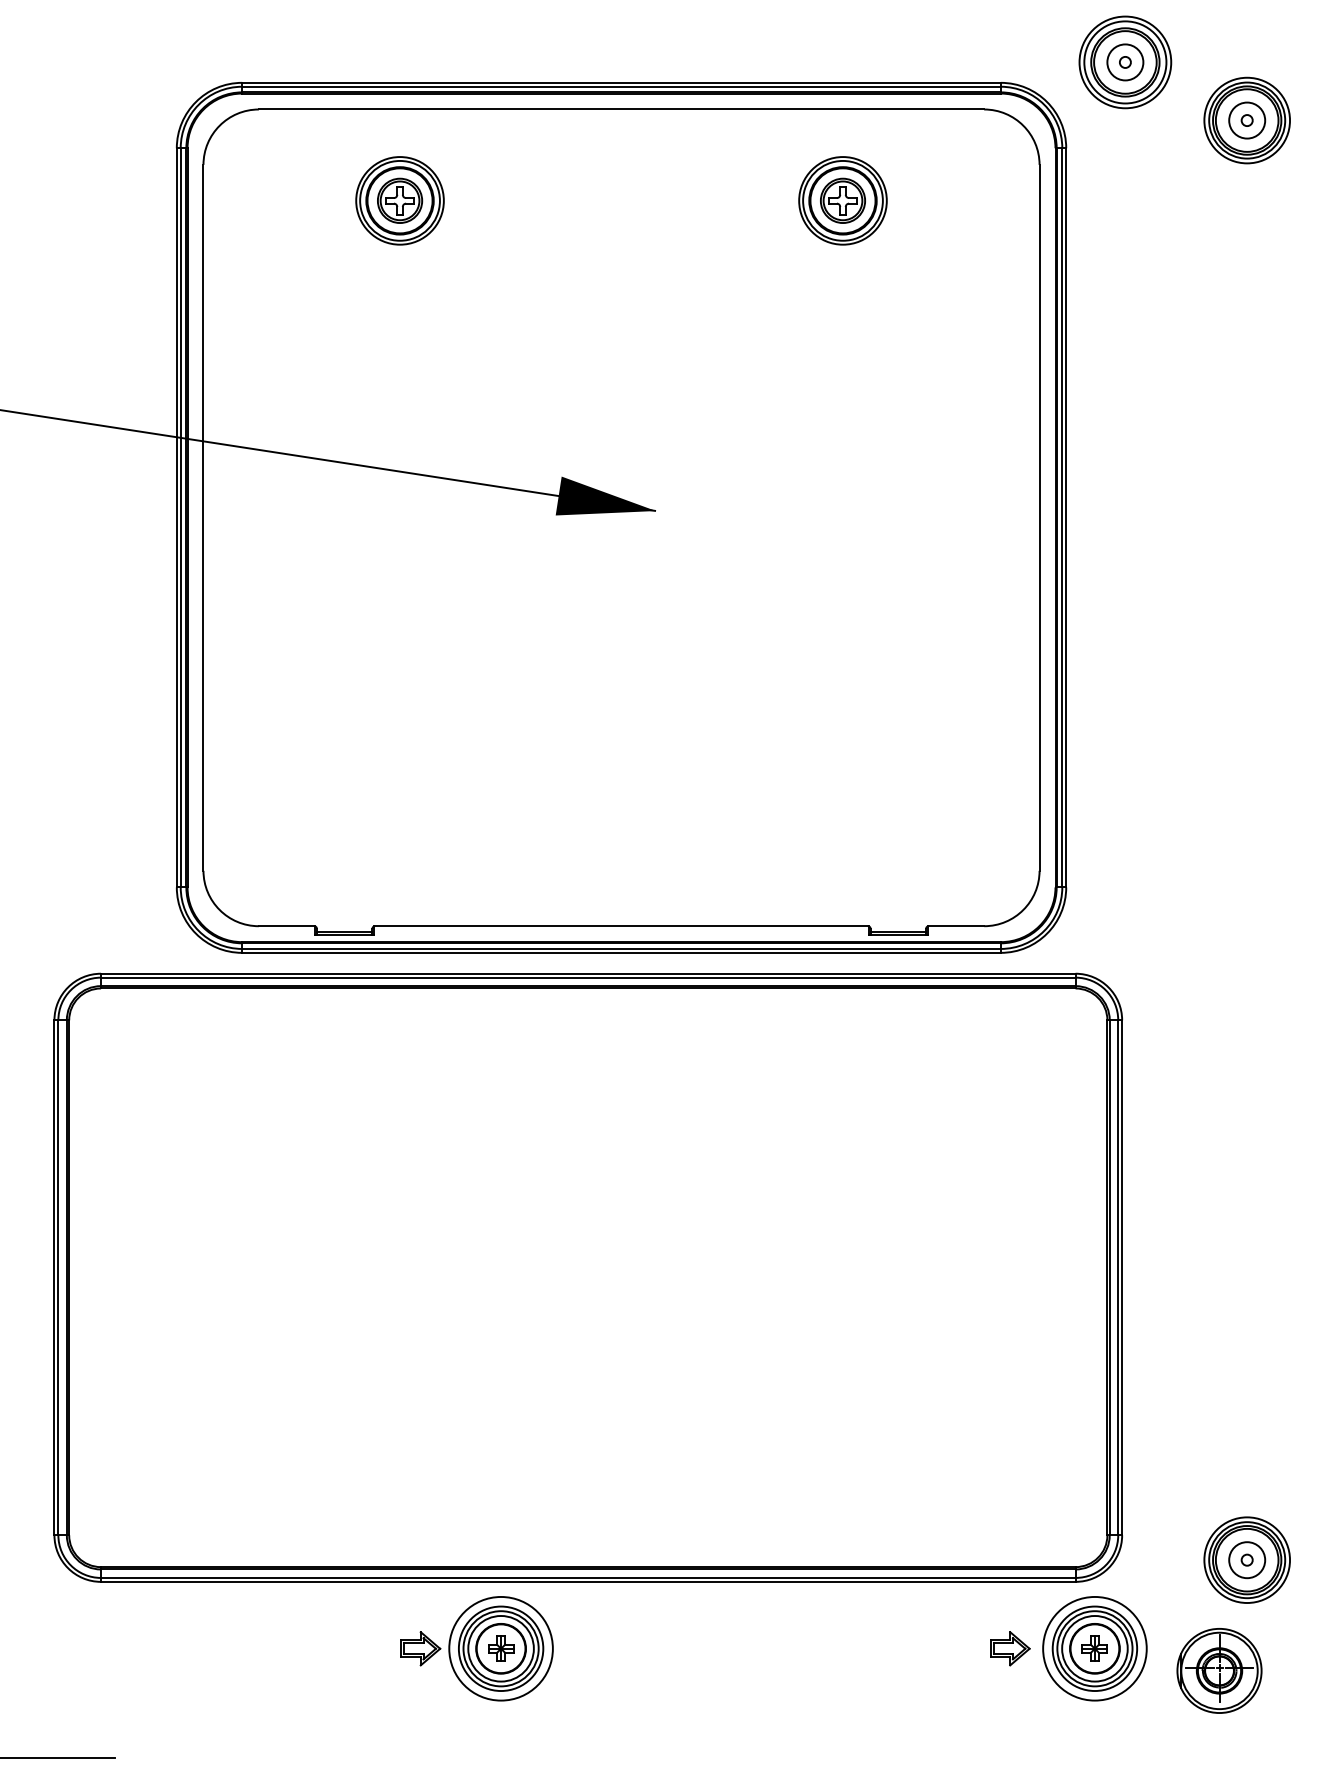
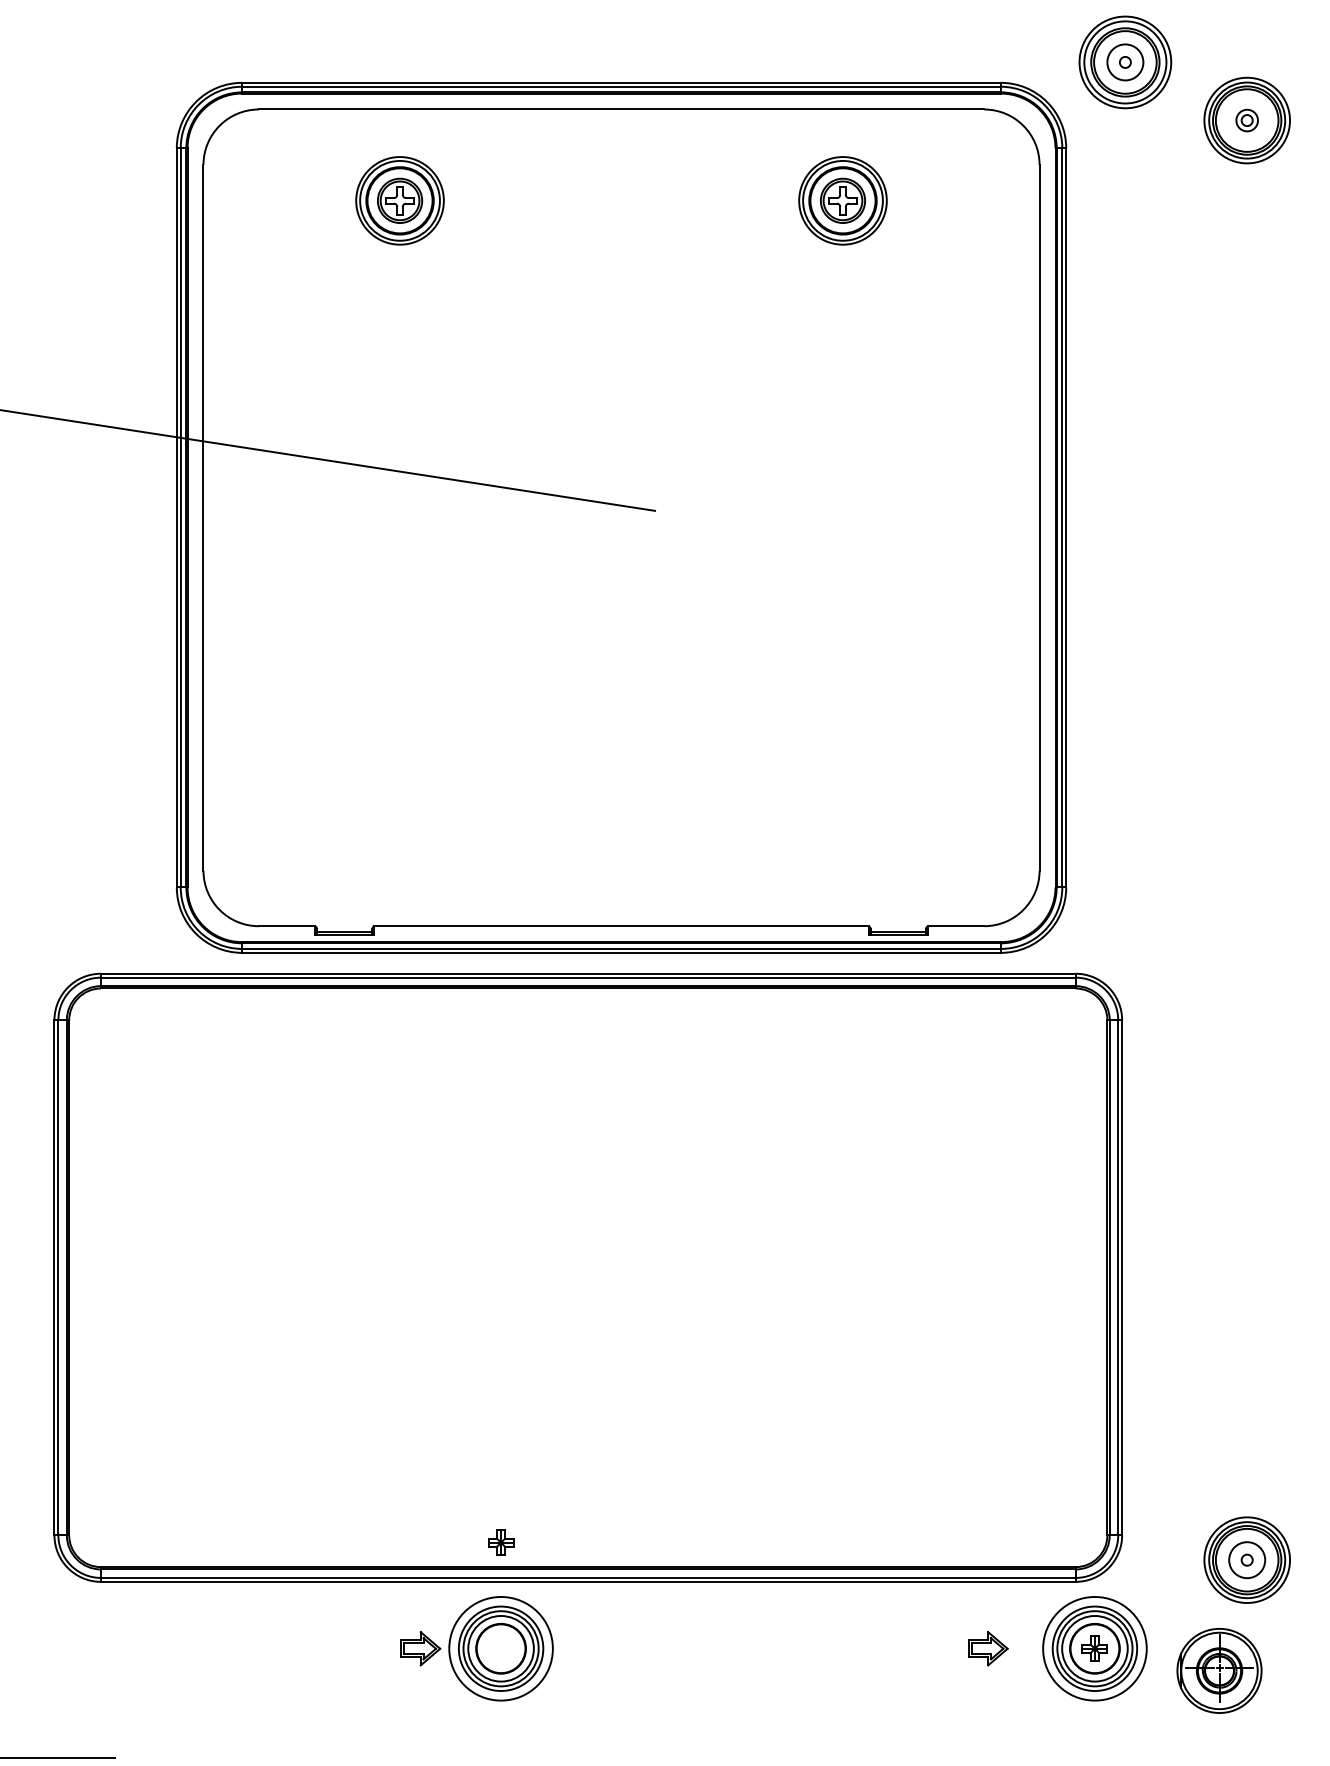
circle at (1247, 120) diameter: 36 px -> 22 px
fill at (605, 495): present -> none
part at (501, 1648) position: (501, 1648) -> (501, 1542)
part at (1010, 1648) position: (1010, 1648) -> (988, 1648)
